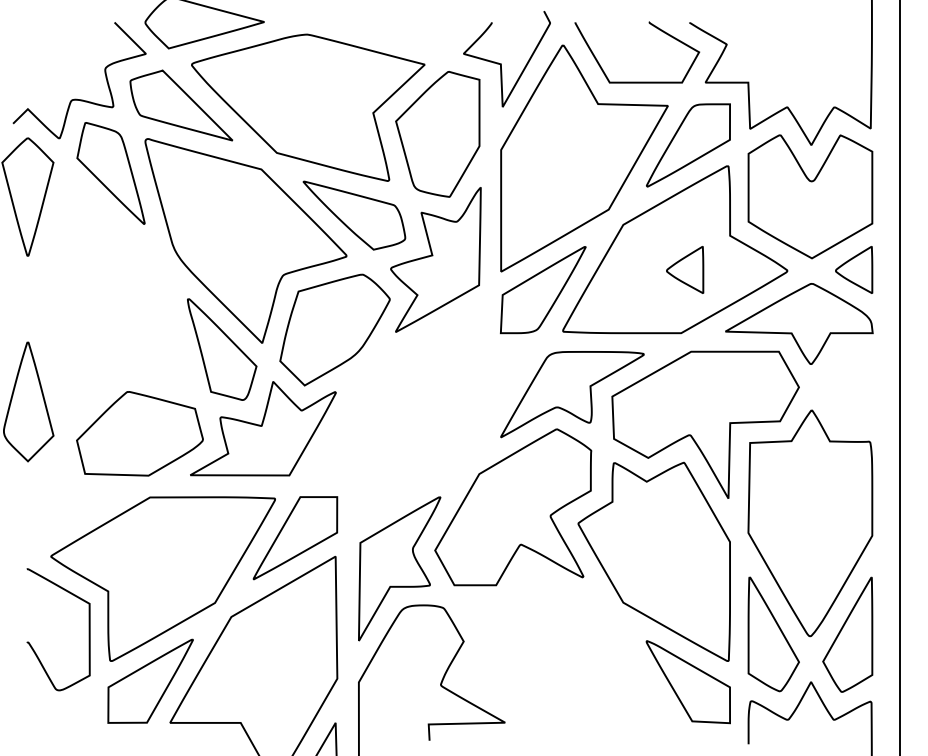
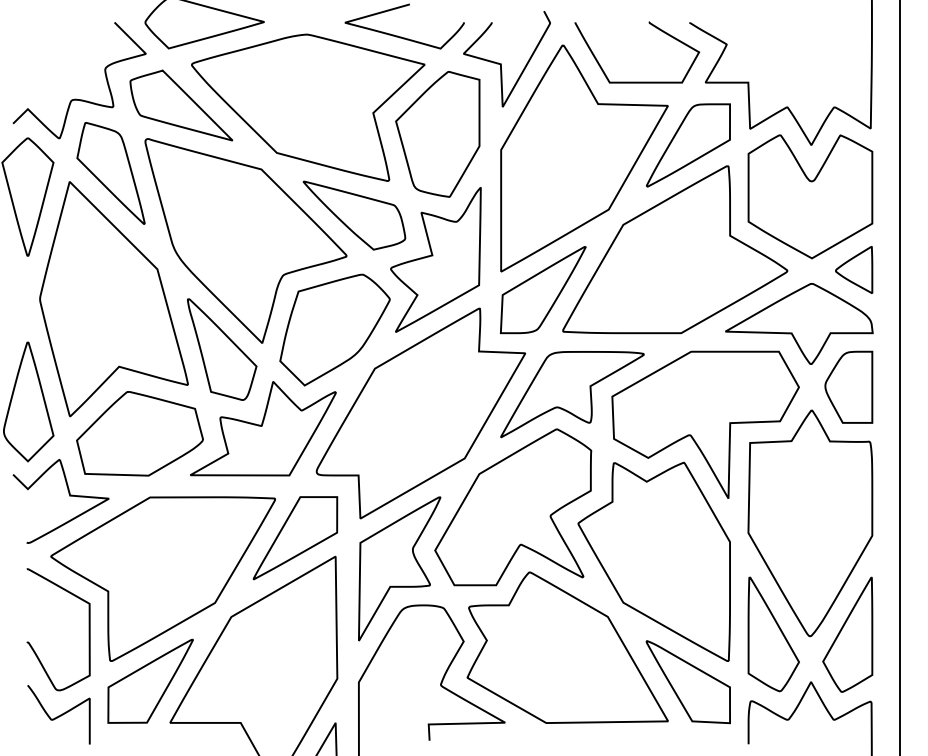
curve at (401, 36): none -> present
part at (685, 269): present -> none
part at (113, 299): none -> present
part at (848, 386): none -> present
part at (420, 413): none -> present
curve at (69, 496): none -> present
part at (567, 647): none -> present
curve at (58, 715): none -> present
